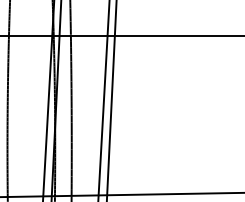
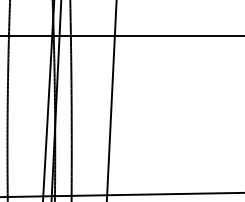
line at (103, 100): present -> none
